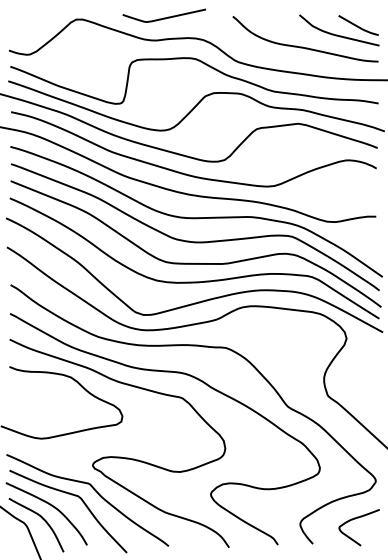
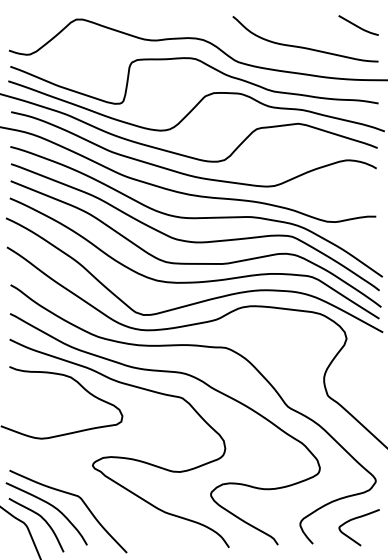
curve at (163, 17): present -> none
curve at (337, 34): present -> none
curve at (97, 494): present -> none
